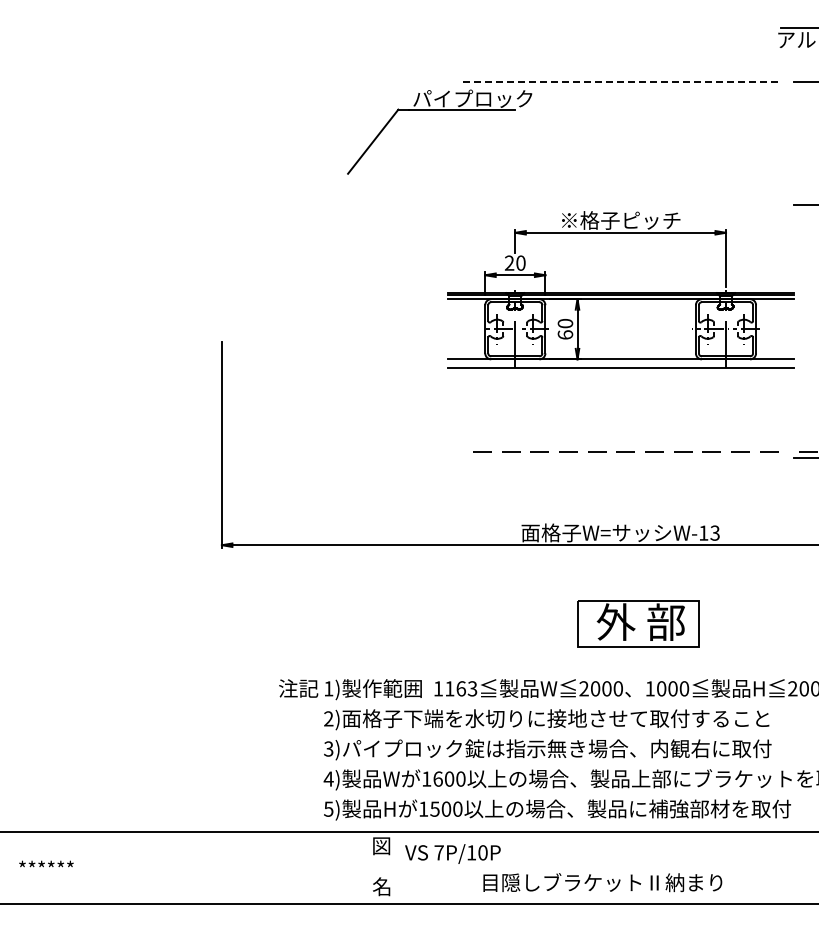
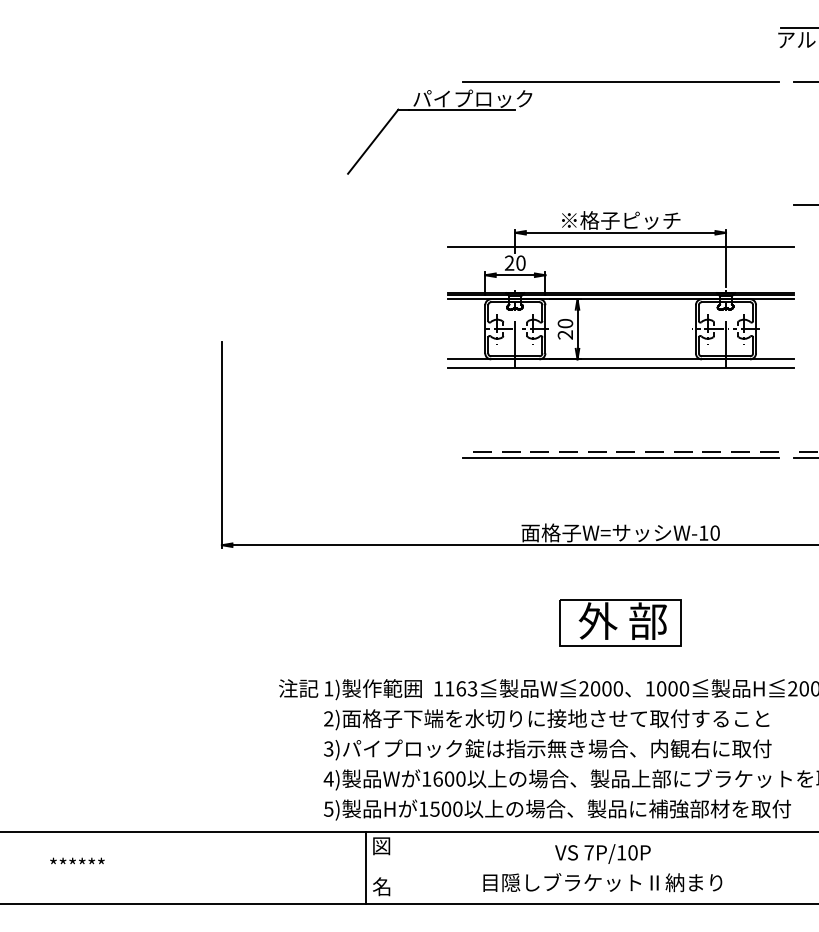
line at (620, 81): dashed -> solid
line at (620, 247): none -> present
text at (565, 334): 60 -> 20
line at (620, 457): none -> present
text at (714, 532): W-13 -> W-10
part at (638, 623) position: (638, 623) -> (620, 622)
text at (452, 853) position: (452, 853) -> (602, 853)
text at (46, 863) position: (46, 863) -> (77, 860)
line at (366, 867): none -> present
